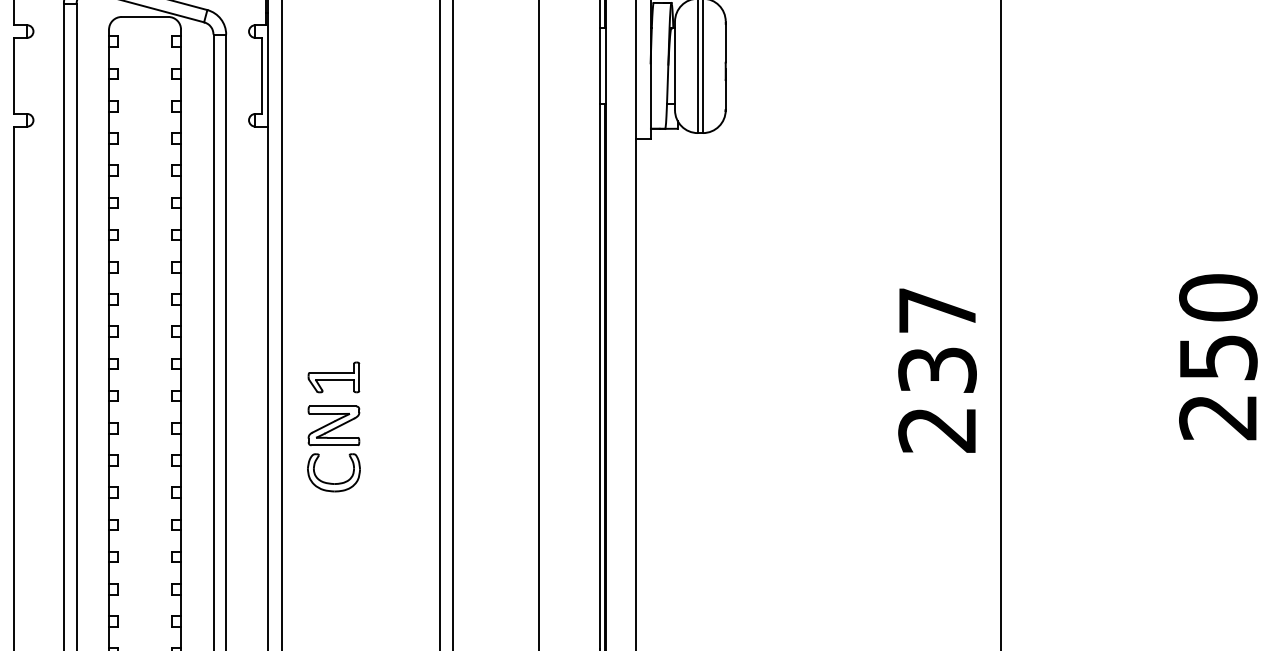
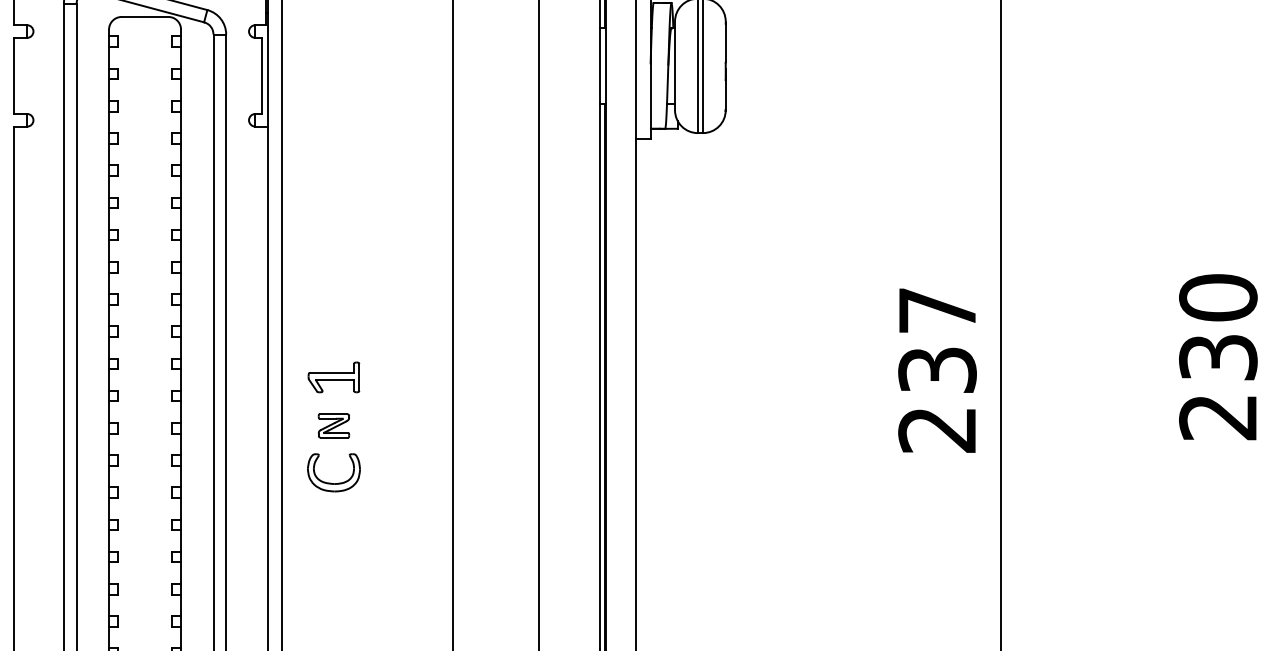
line at (440, 324): present -> none
text at (1218, 357): 250 -> 230
part at (333, 425) size: 54x42 px -> 34x26 px
